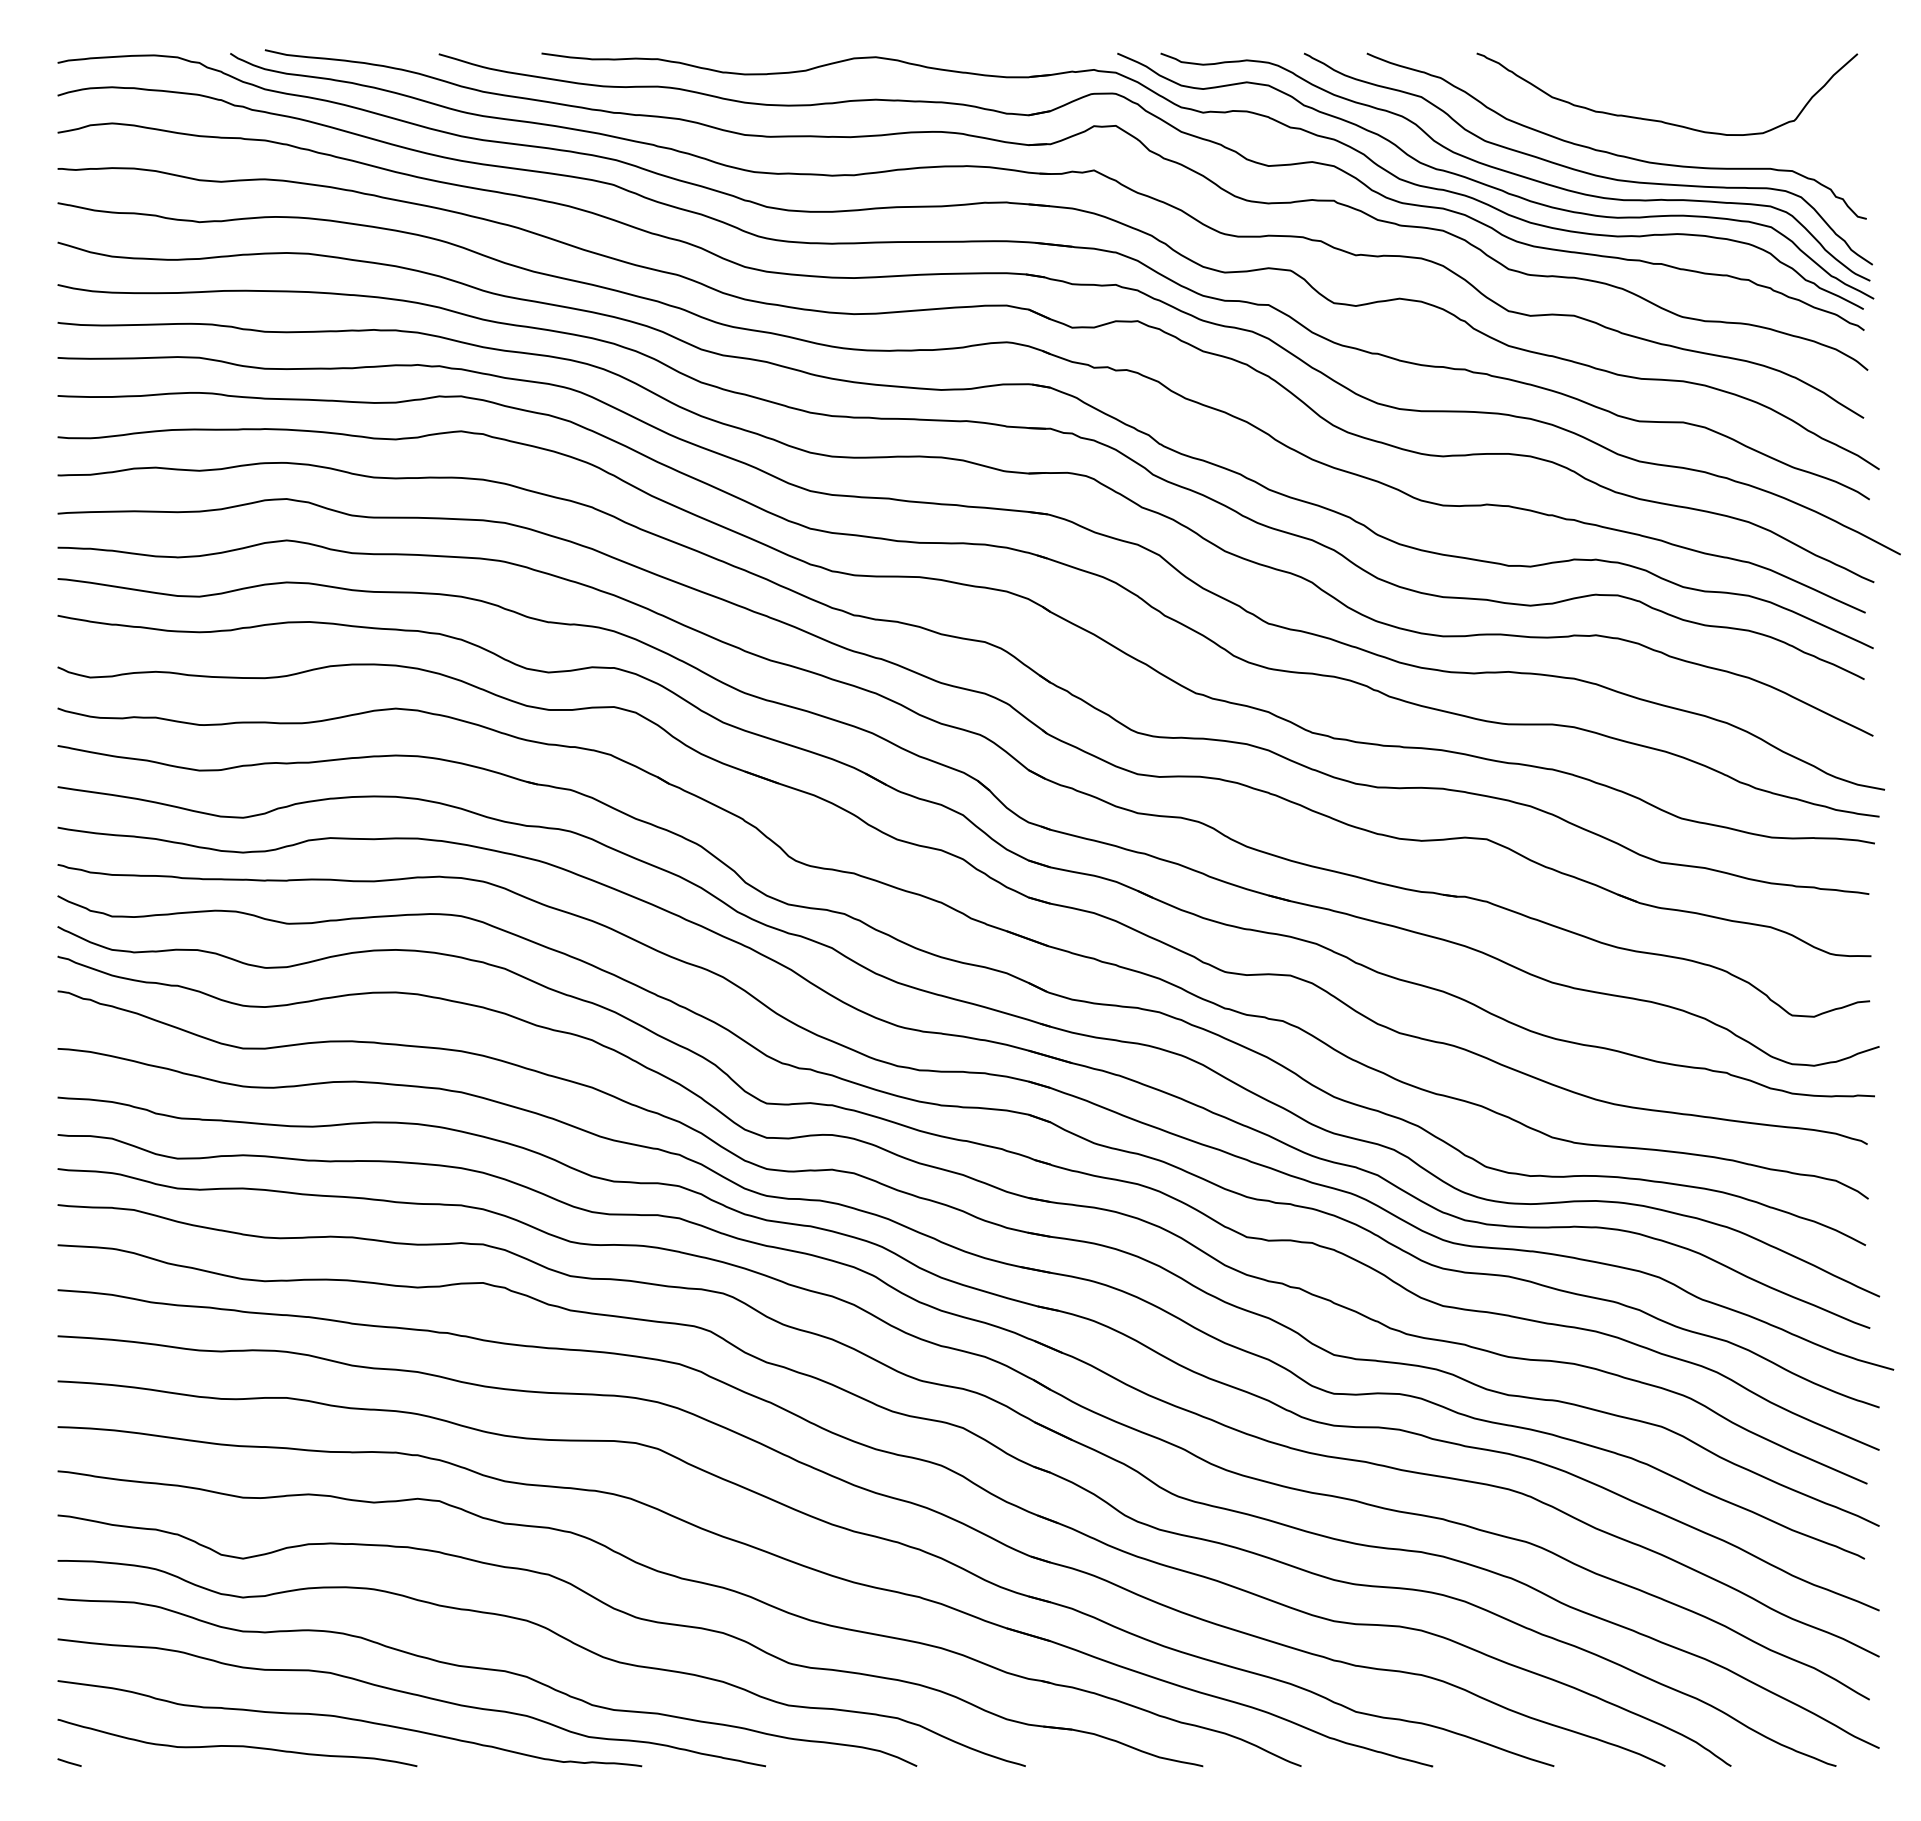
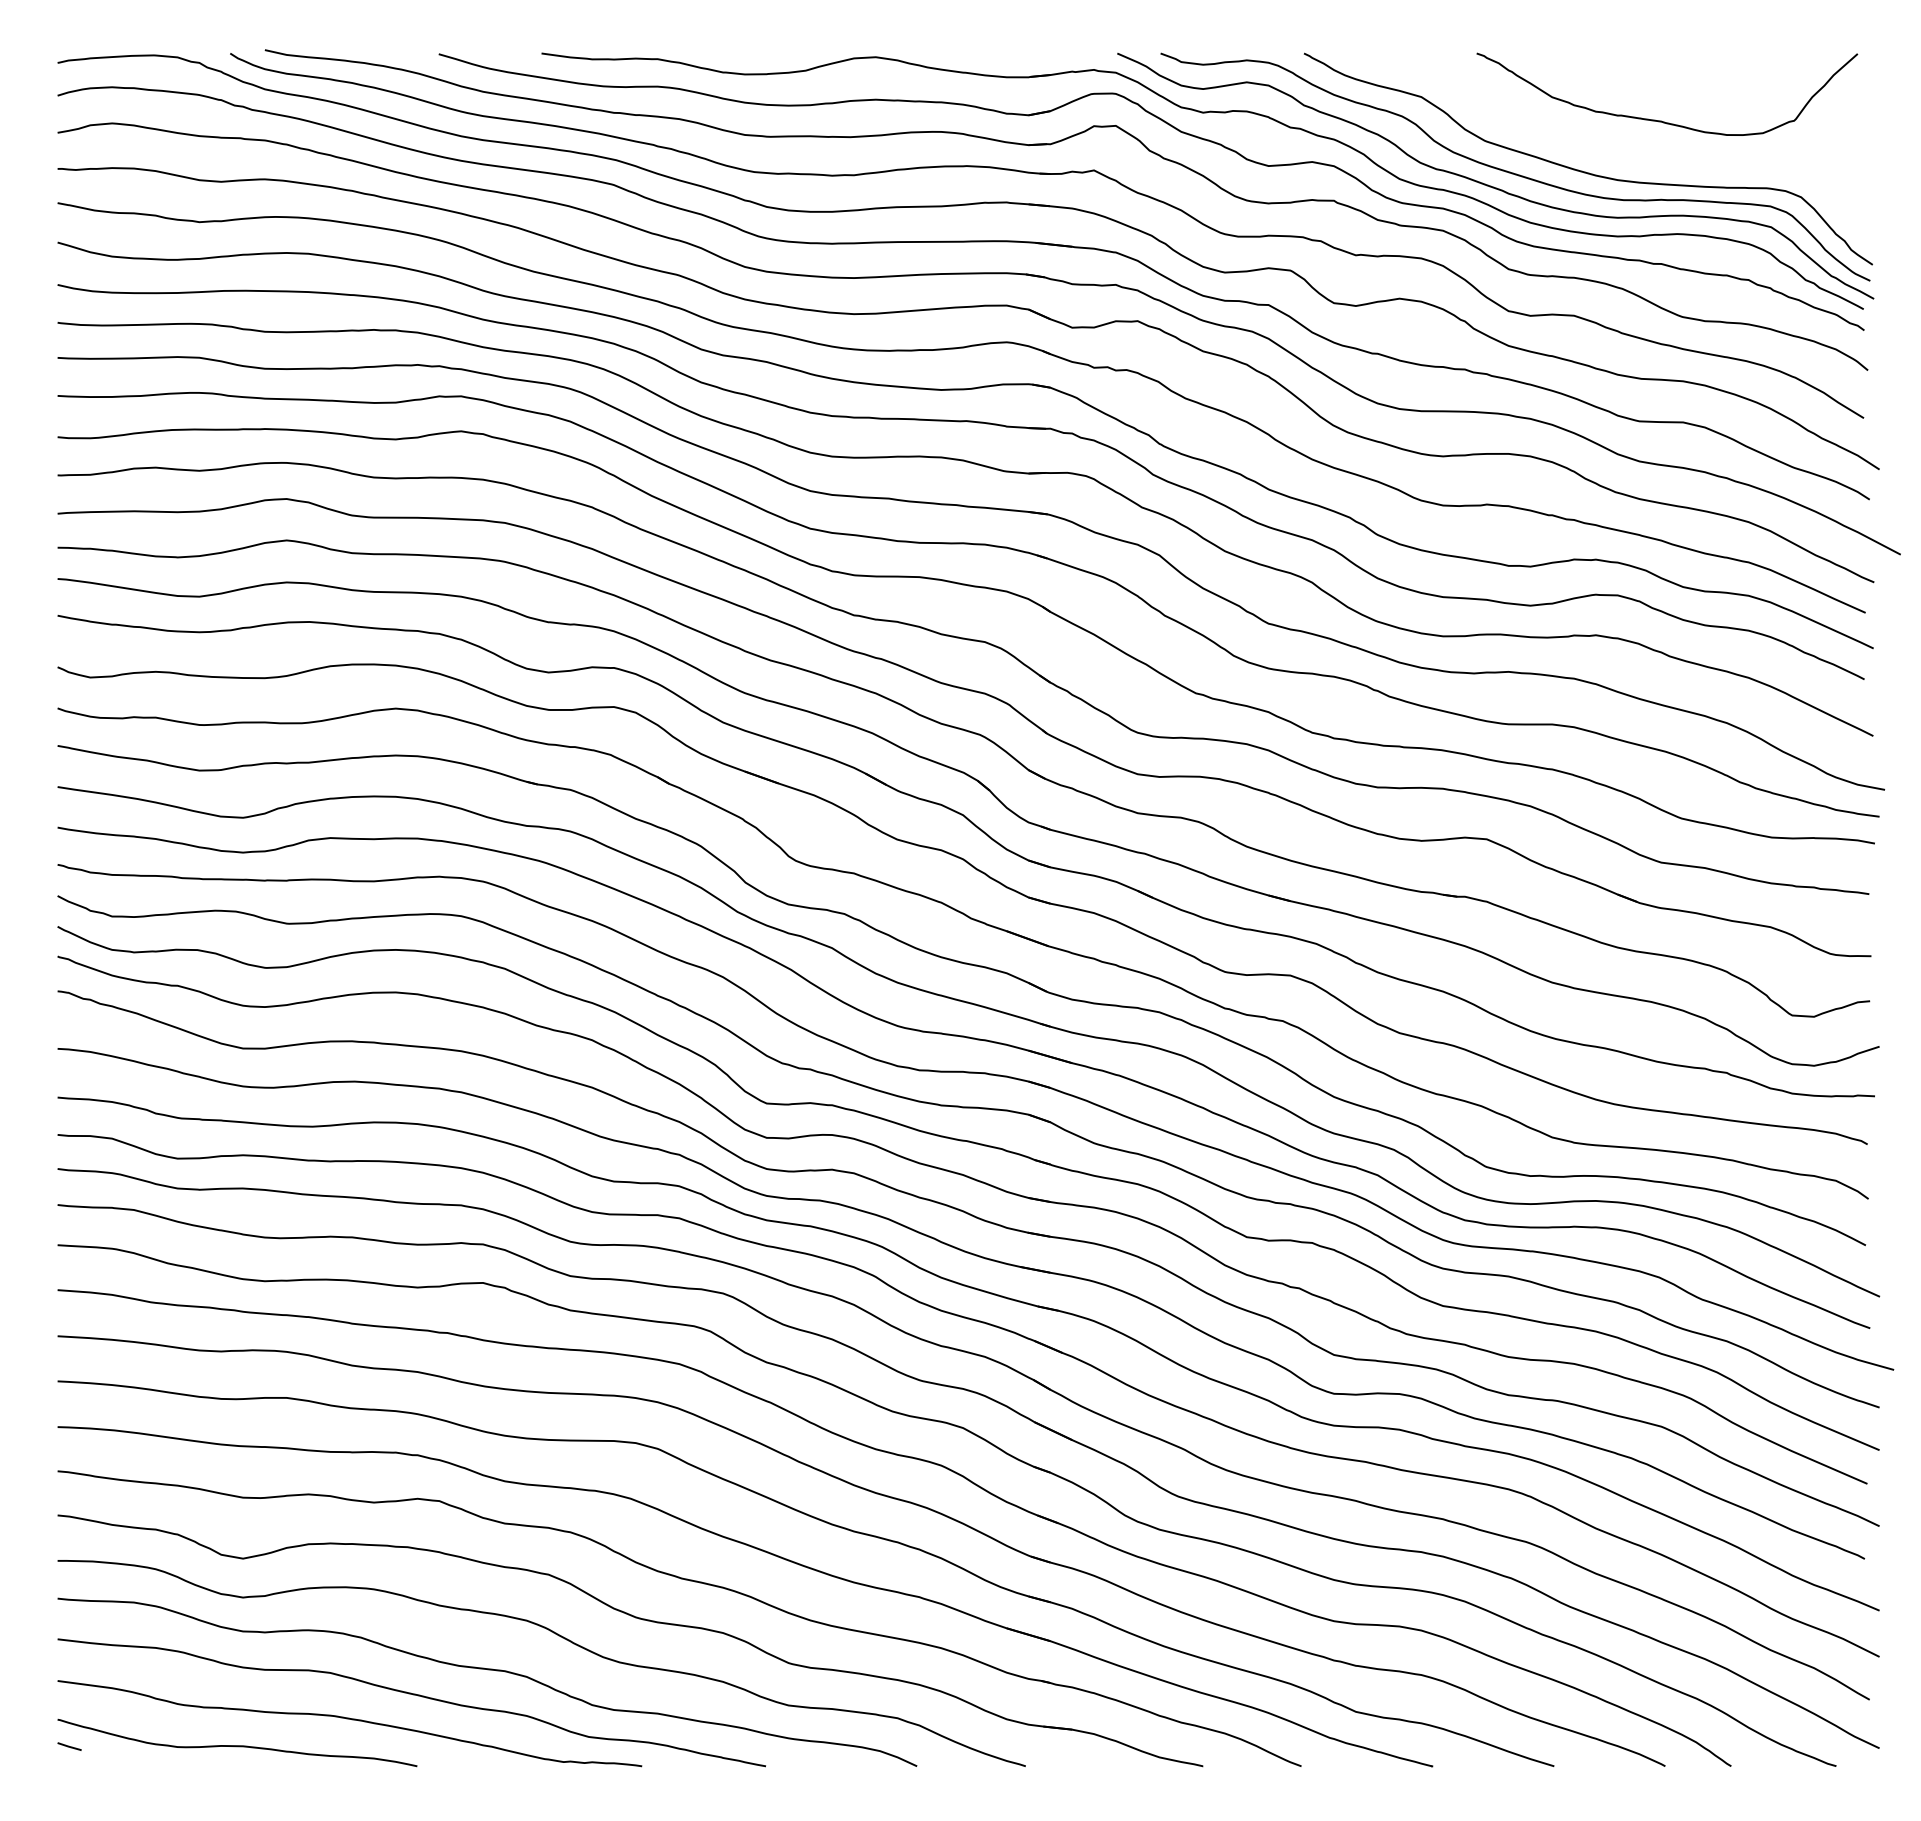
curve at (1611, 152): present -> none
line at (69, 1762) position: (69, 1762) -> (69, 1746)
